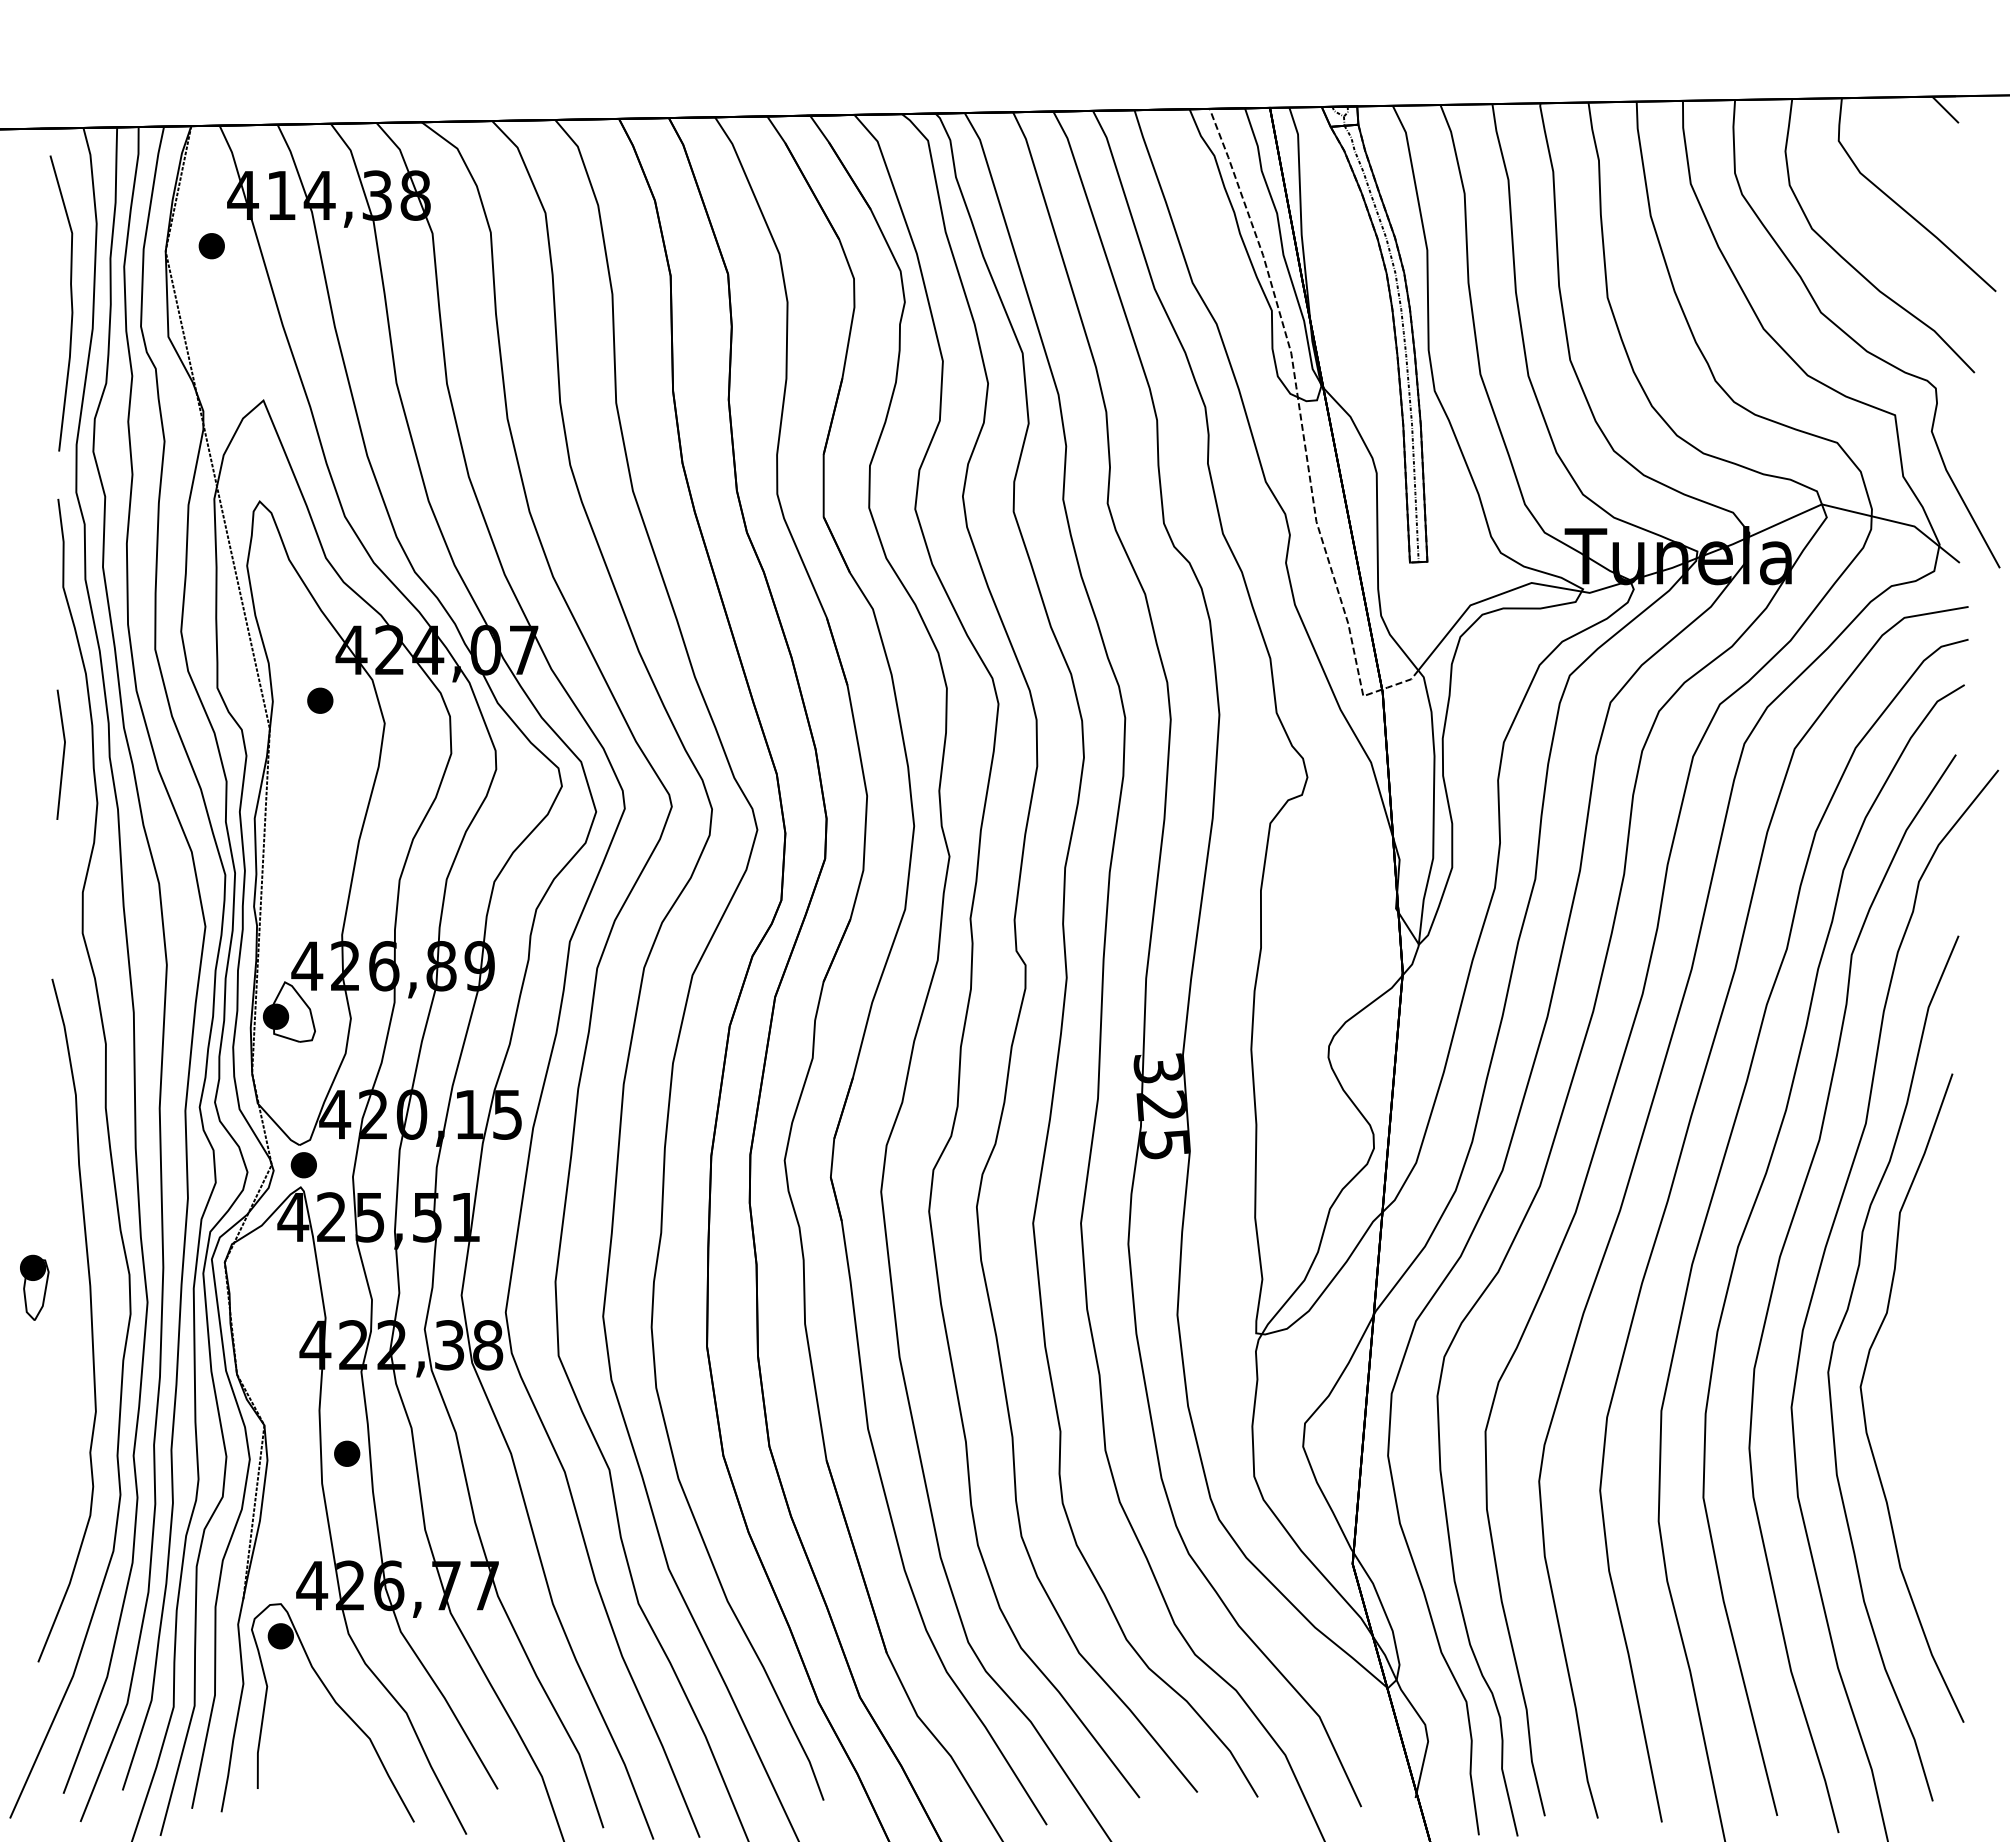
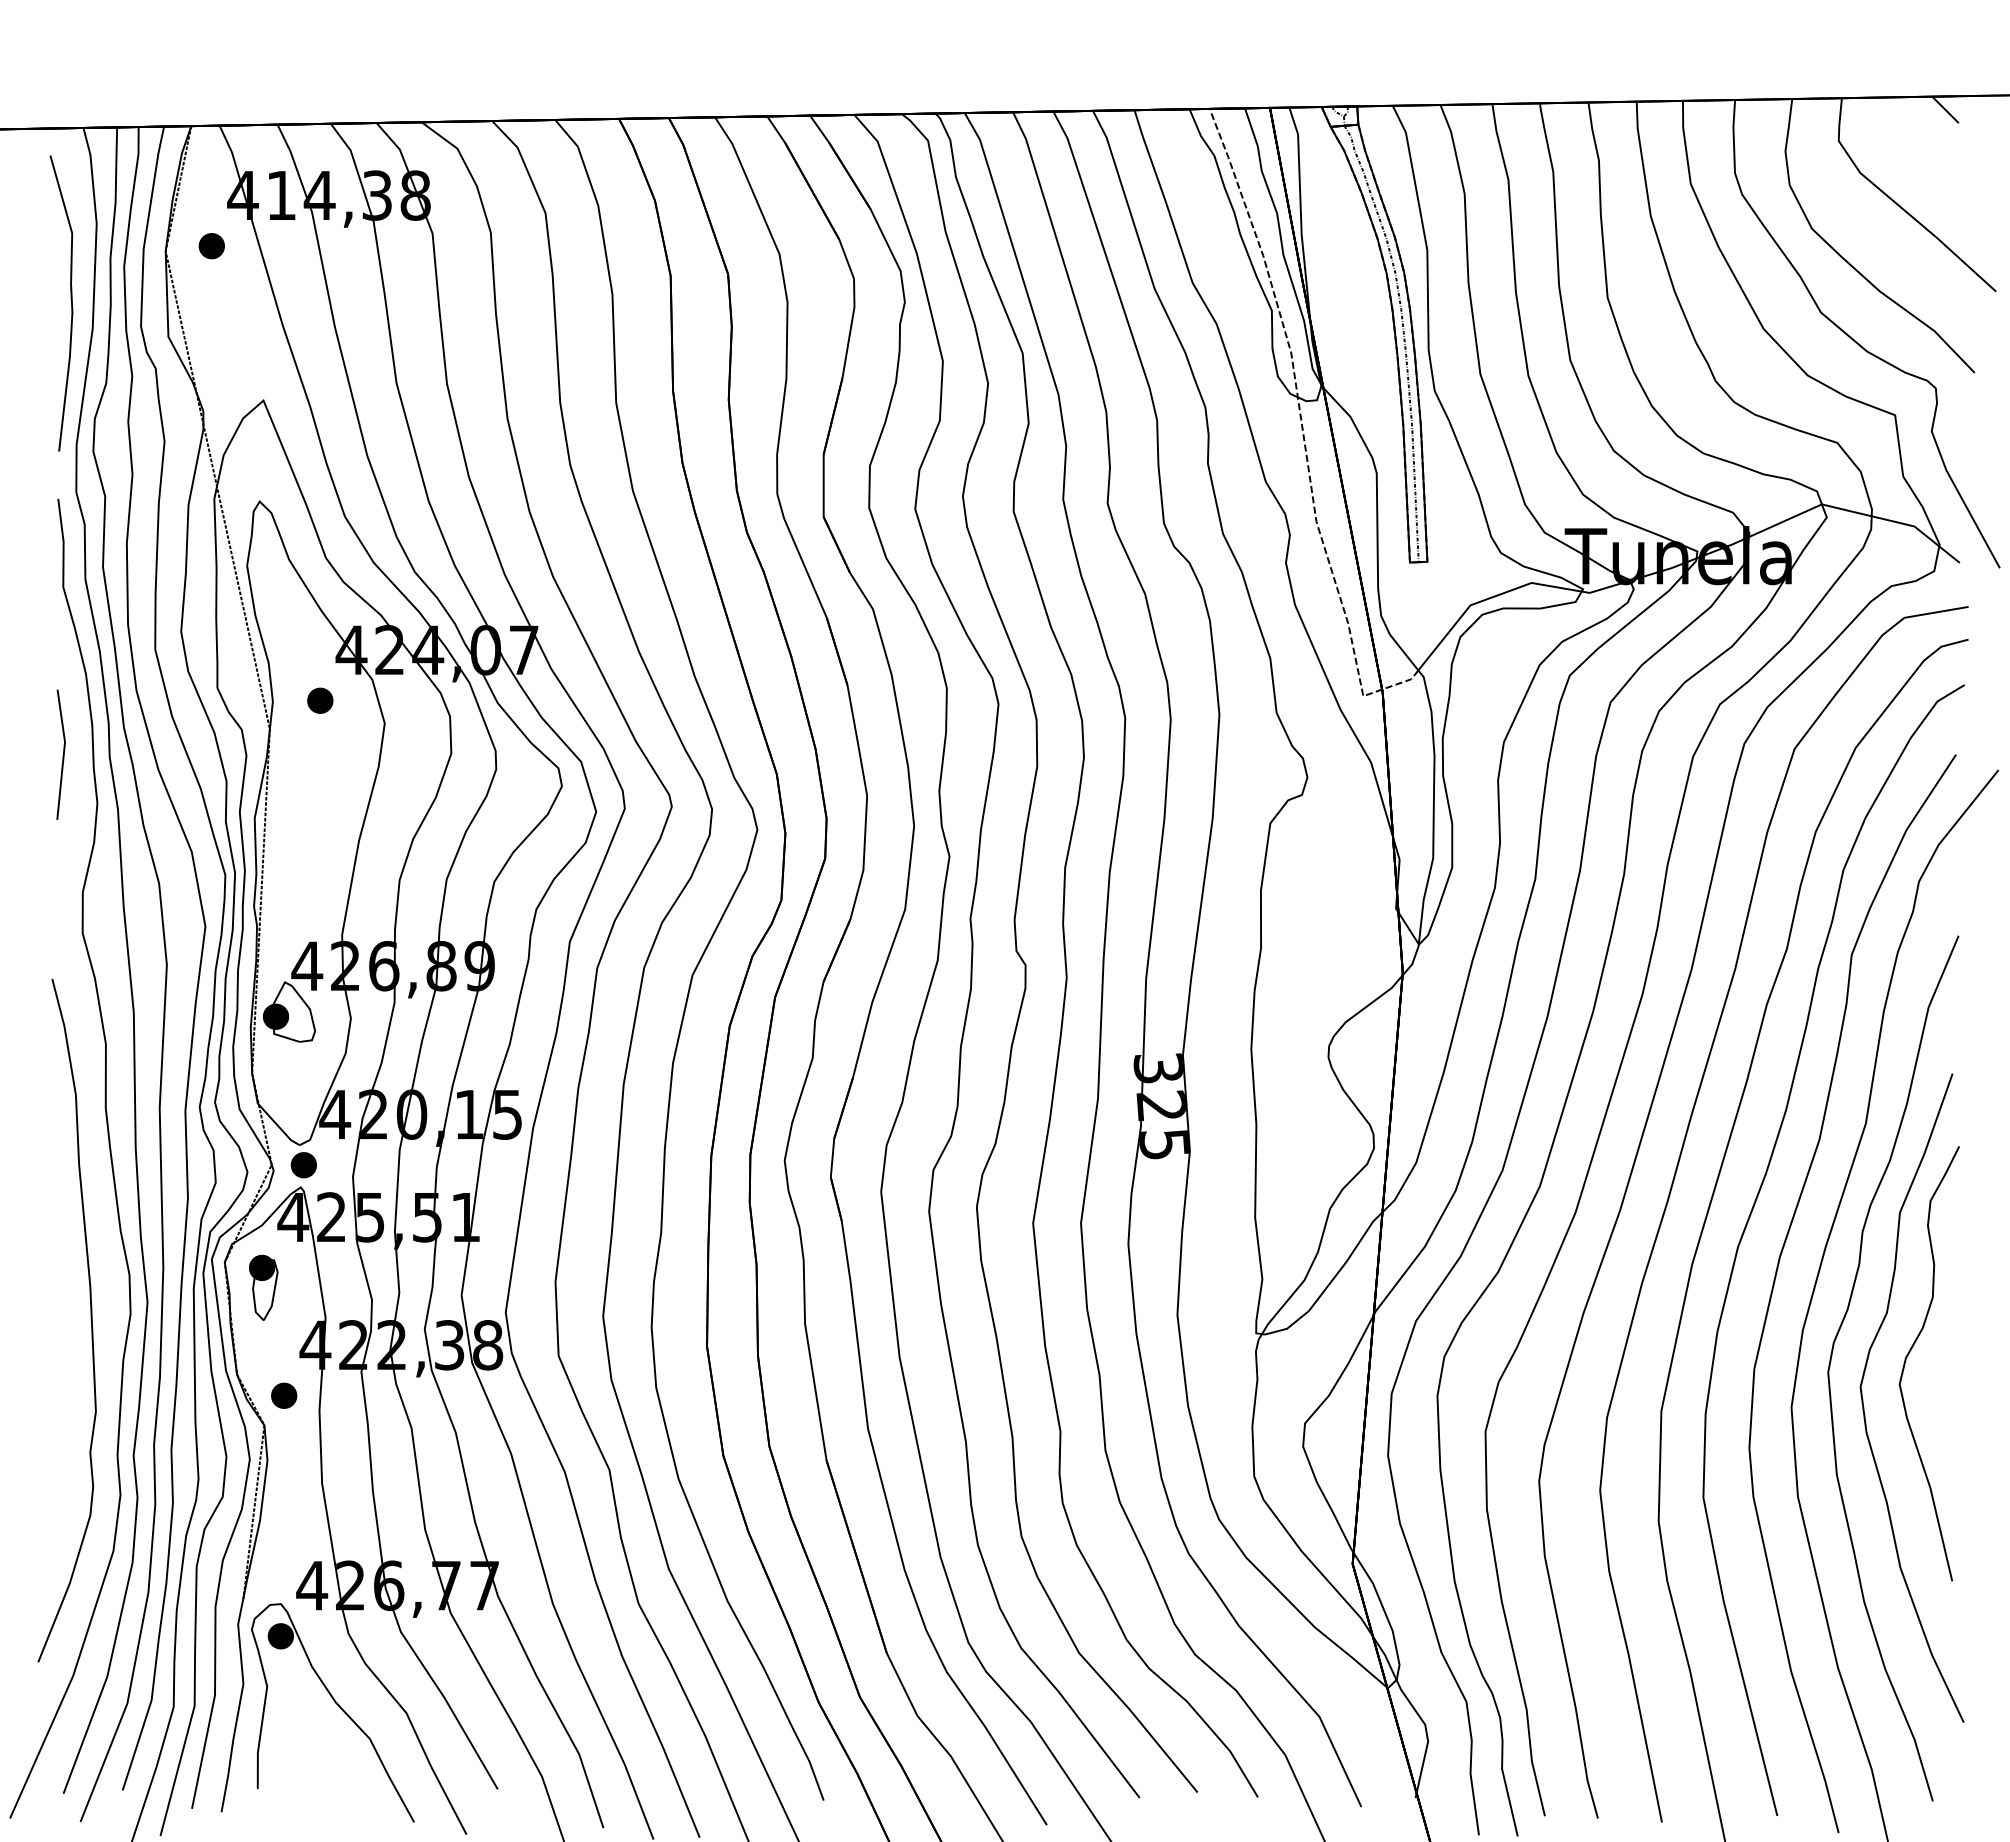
part at (34, 1287) position: (34, 1287) -> (263, 1287)
part at (1910, 1352): none -> present
part at (347, 1453) position: (347, 1453) -> (284, 1395)
